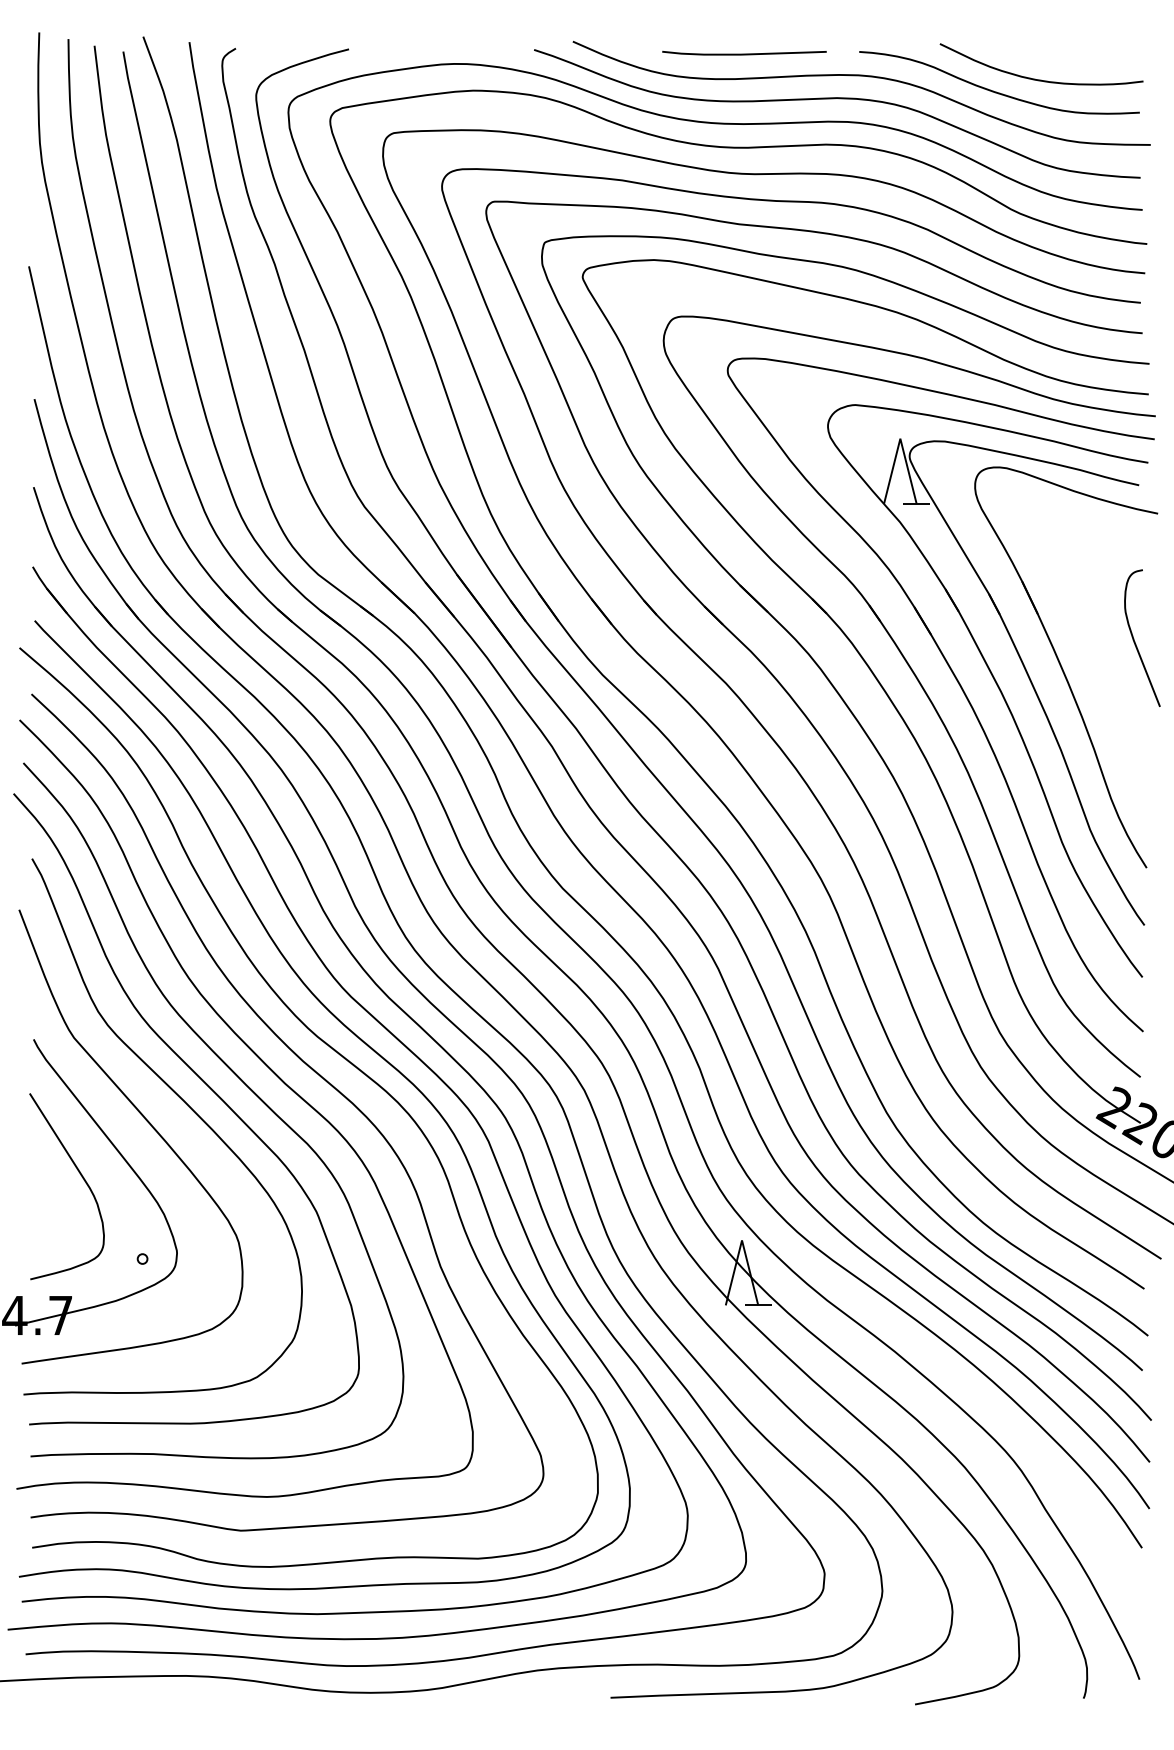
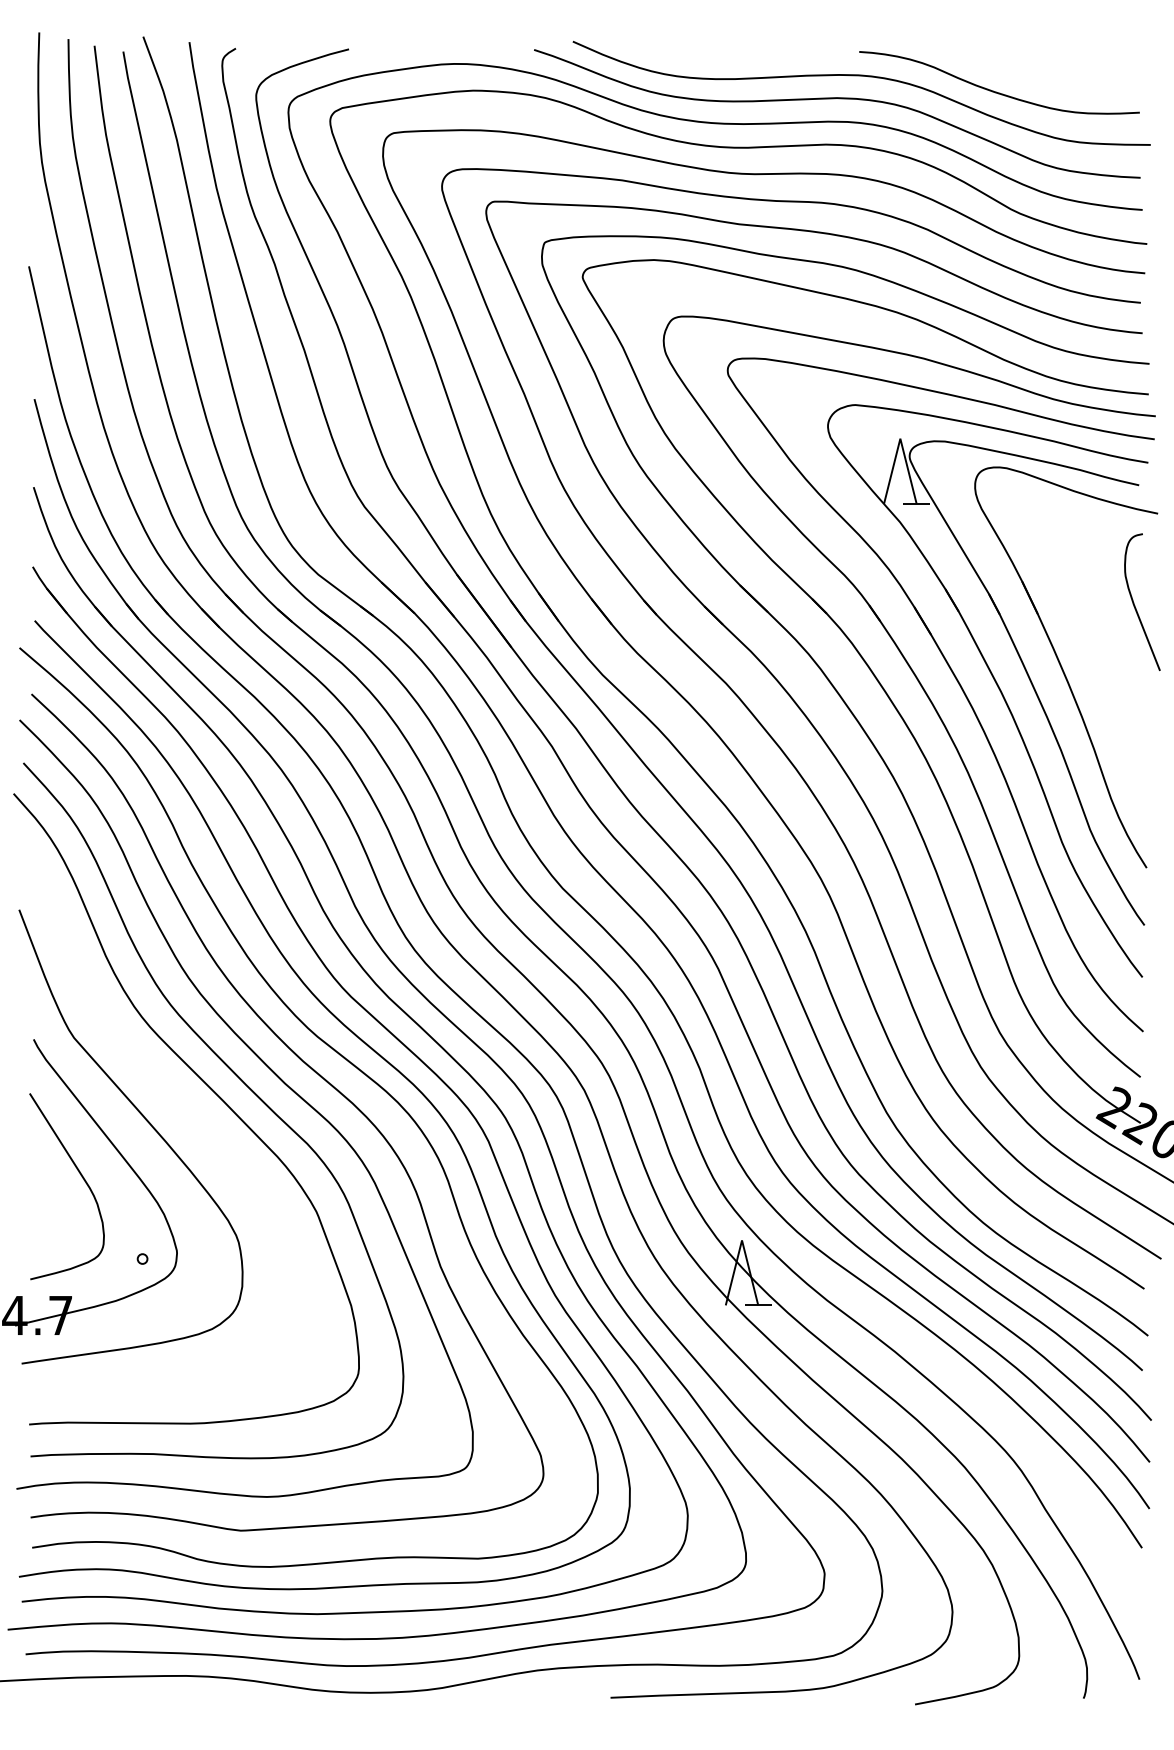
curve at (744, 53): present -> none
curve at (1041, 79): present -> none
curve at (1134, 638) position: (1134, 638) -> (1134, 602)
curve at (185, 1103): present -> none
